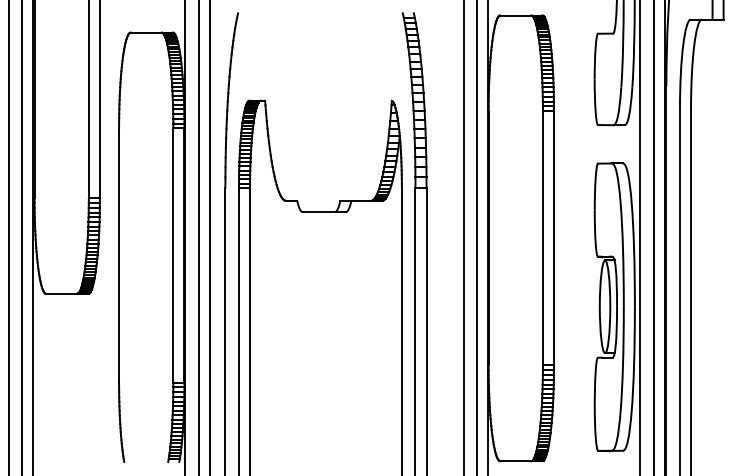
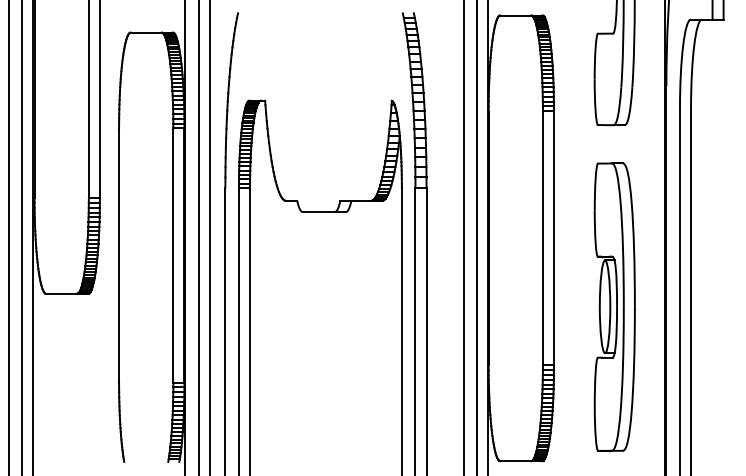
line at (640, 237): present -> none
line at (653, 237): present -> none
